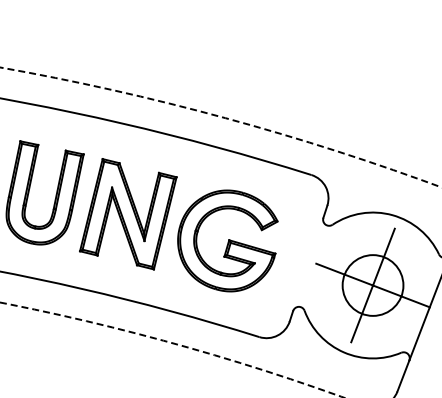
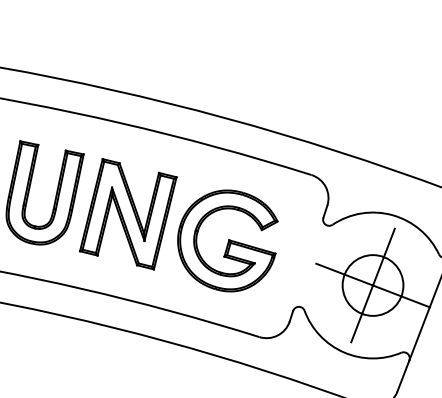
arc at (222, 117): dashed -> solid
arc at (172, 343): dashed -> solid
